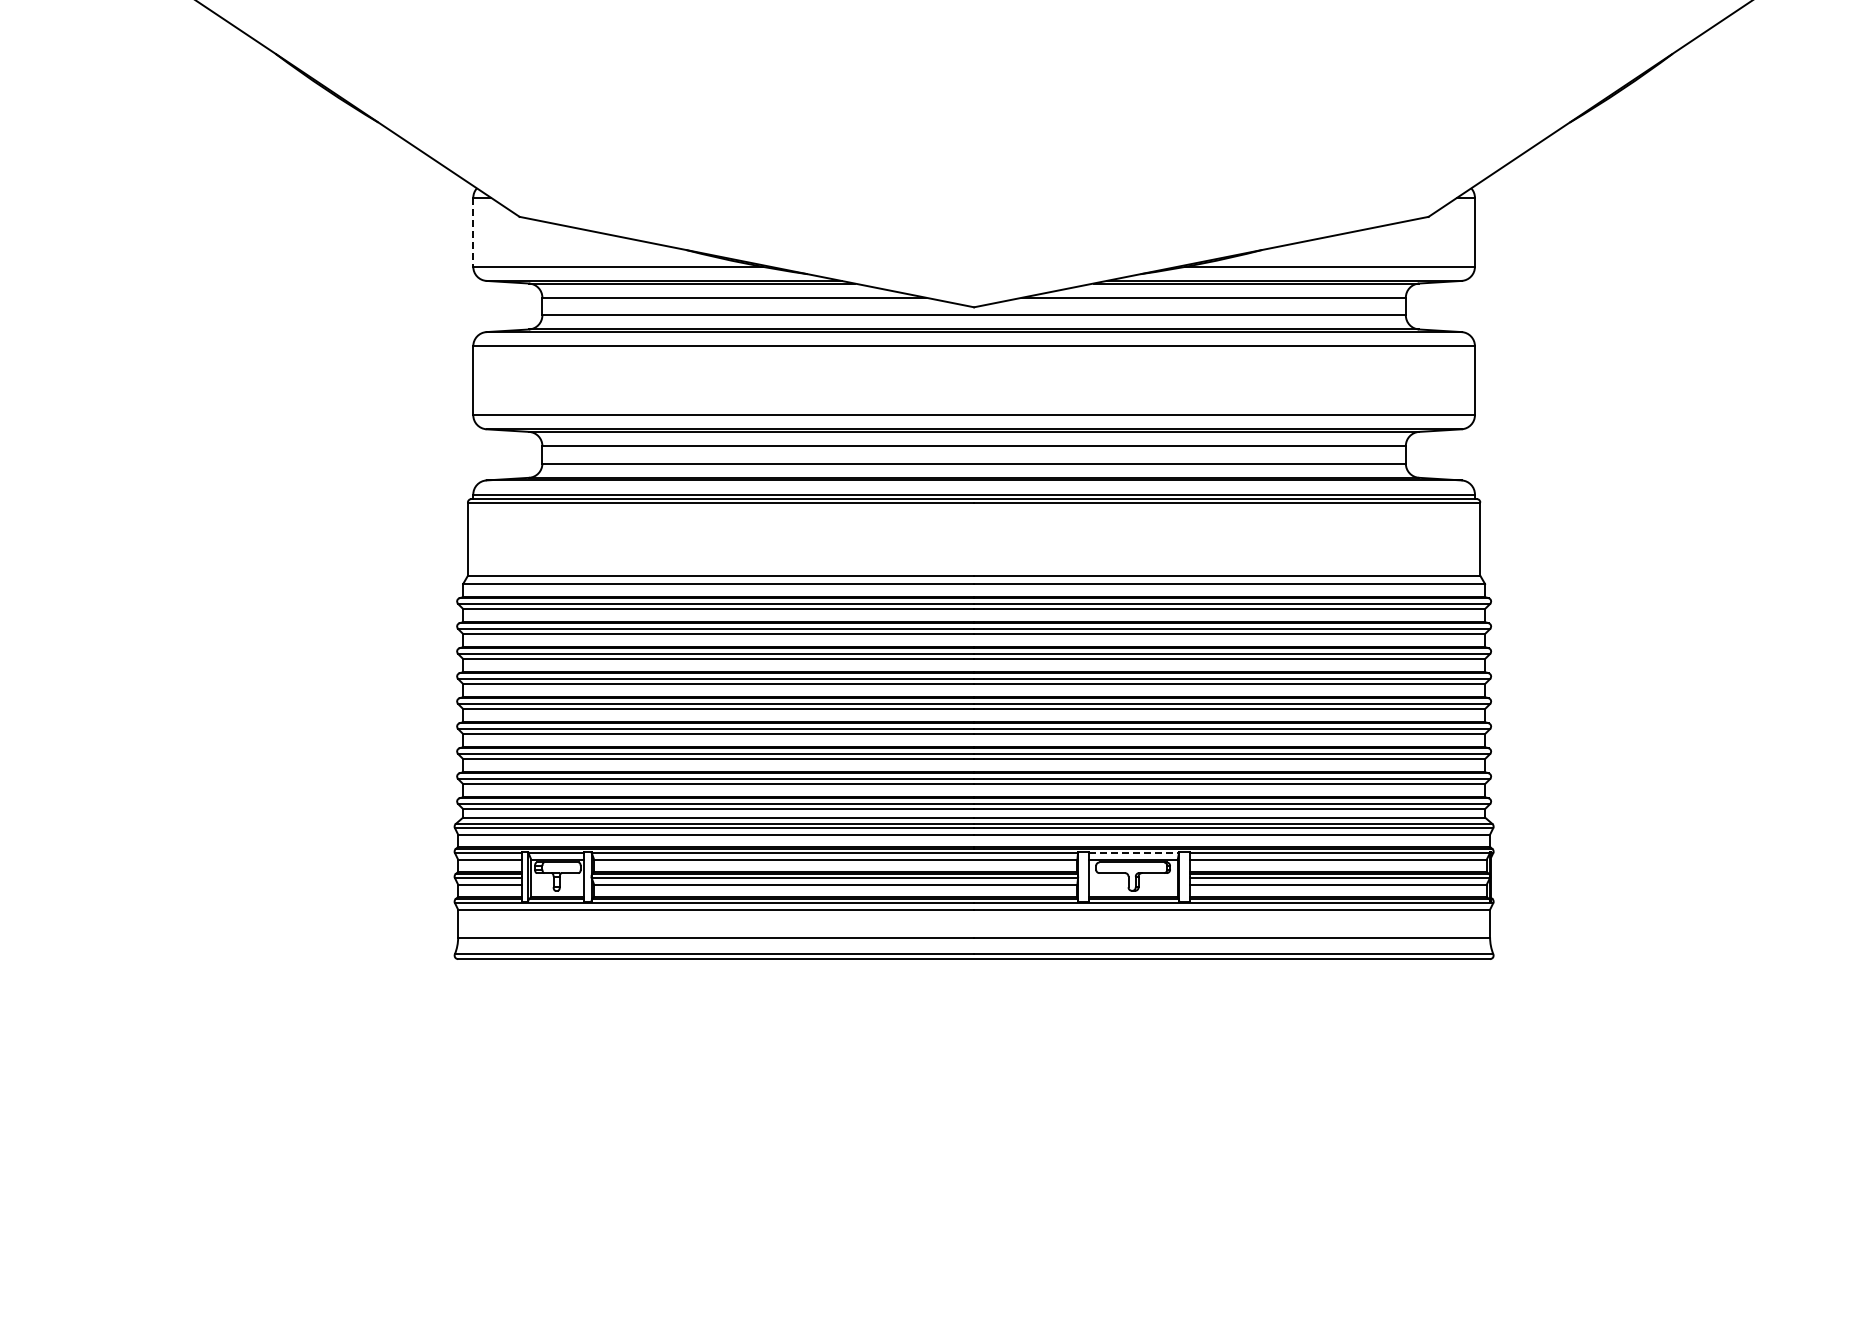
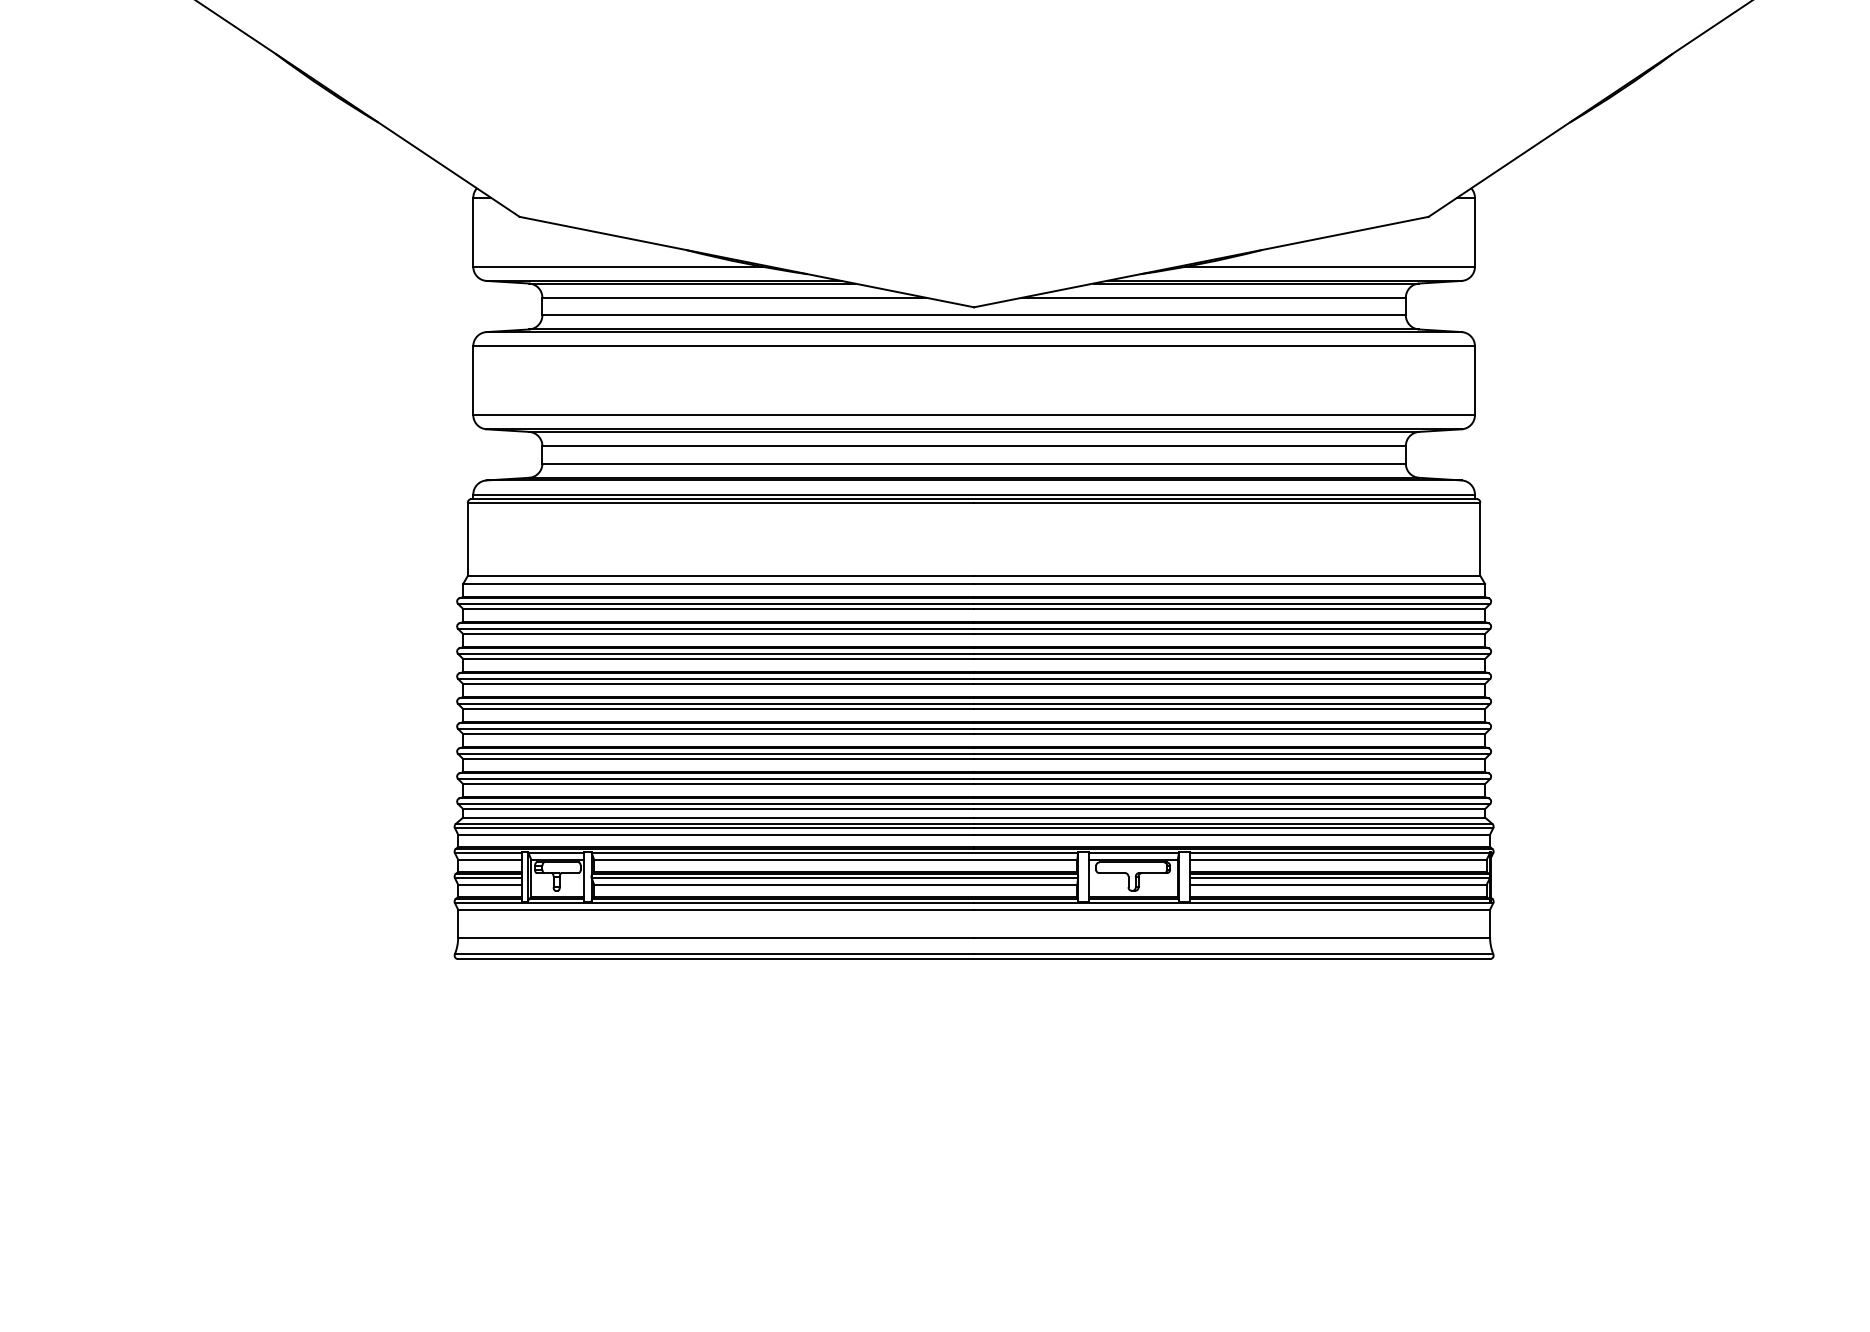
line at (473, 232): dashed -> solid
line at (1134, 853): dashed -> solid
